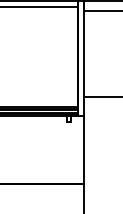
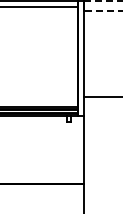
line at (103, 1): solid -> dashed
line at (102, 11): solid -> dashed
